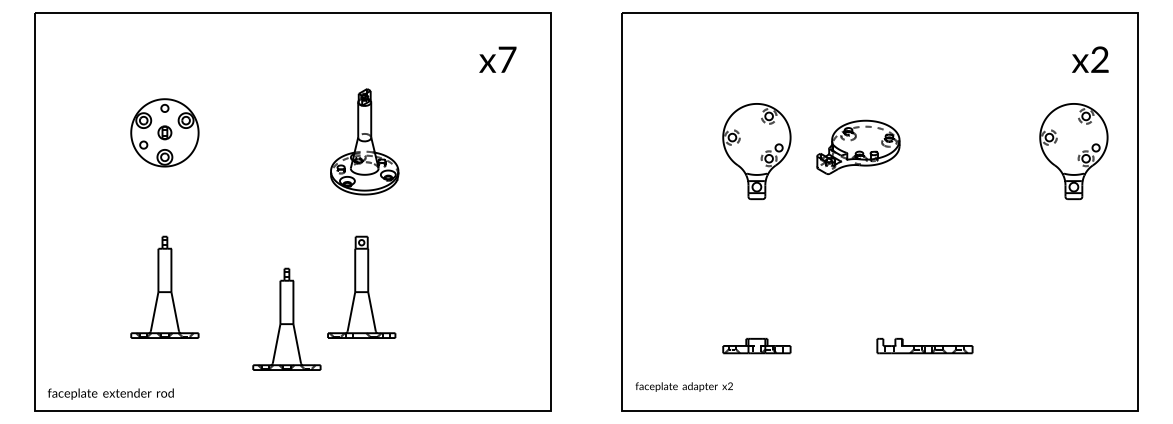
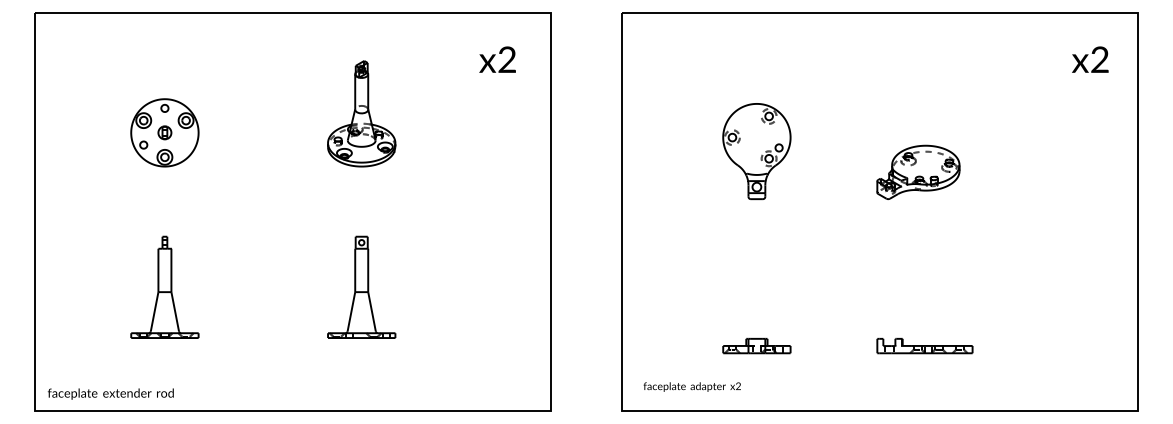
text at (507, 59): x7 -> x2
part at (364, 141) position: (364, 141) -> (361, 113)
part at (858, 146) position: (858, 146) -> (918, 171)
part at (1073, 151): present -> none
part at (286, 318): present -> none
text at (683, 386) position: (683, 386) -> (691, 386)
